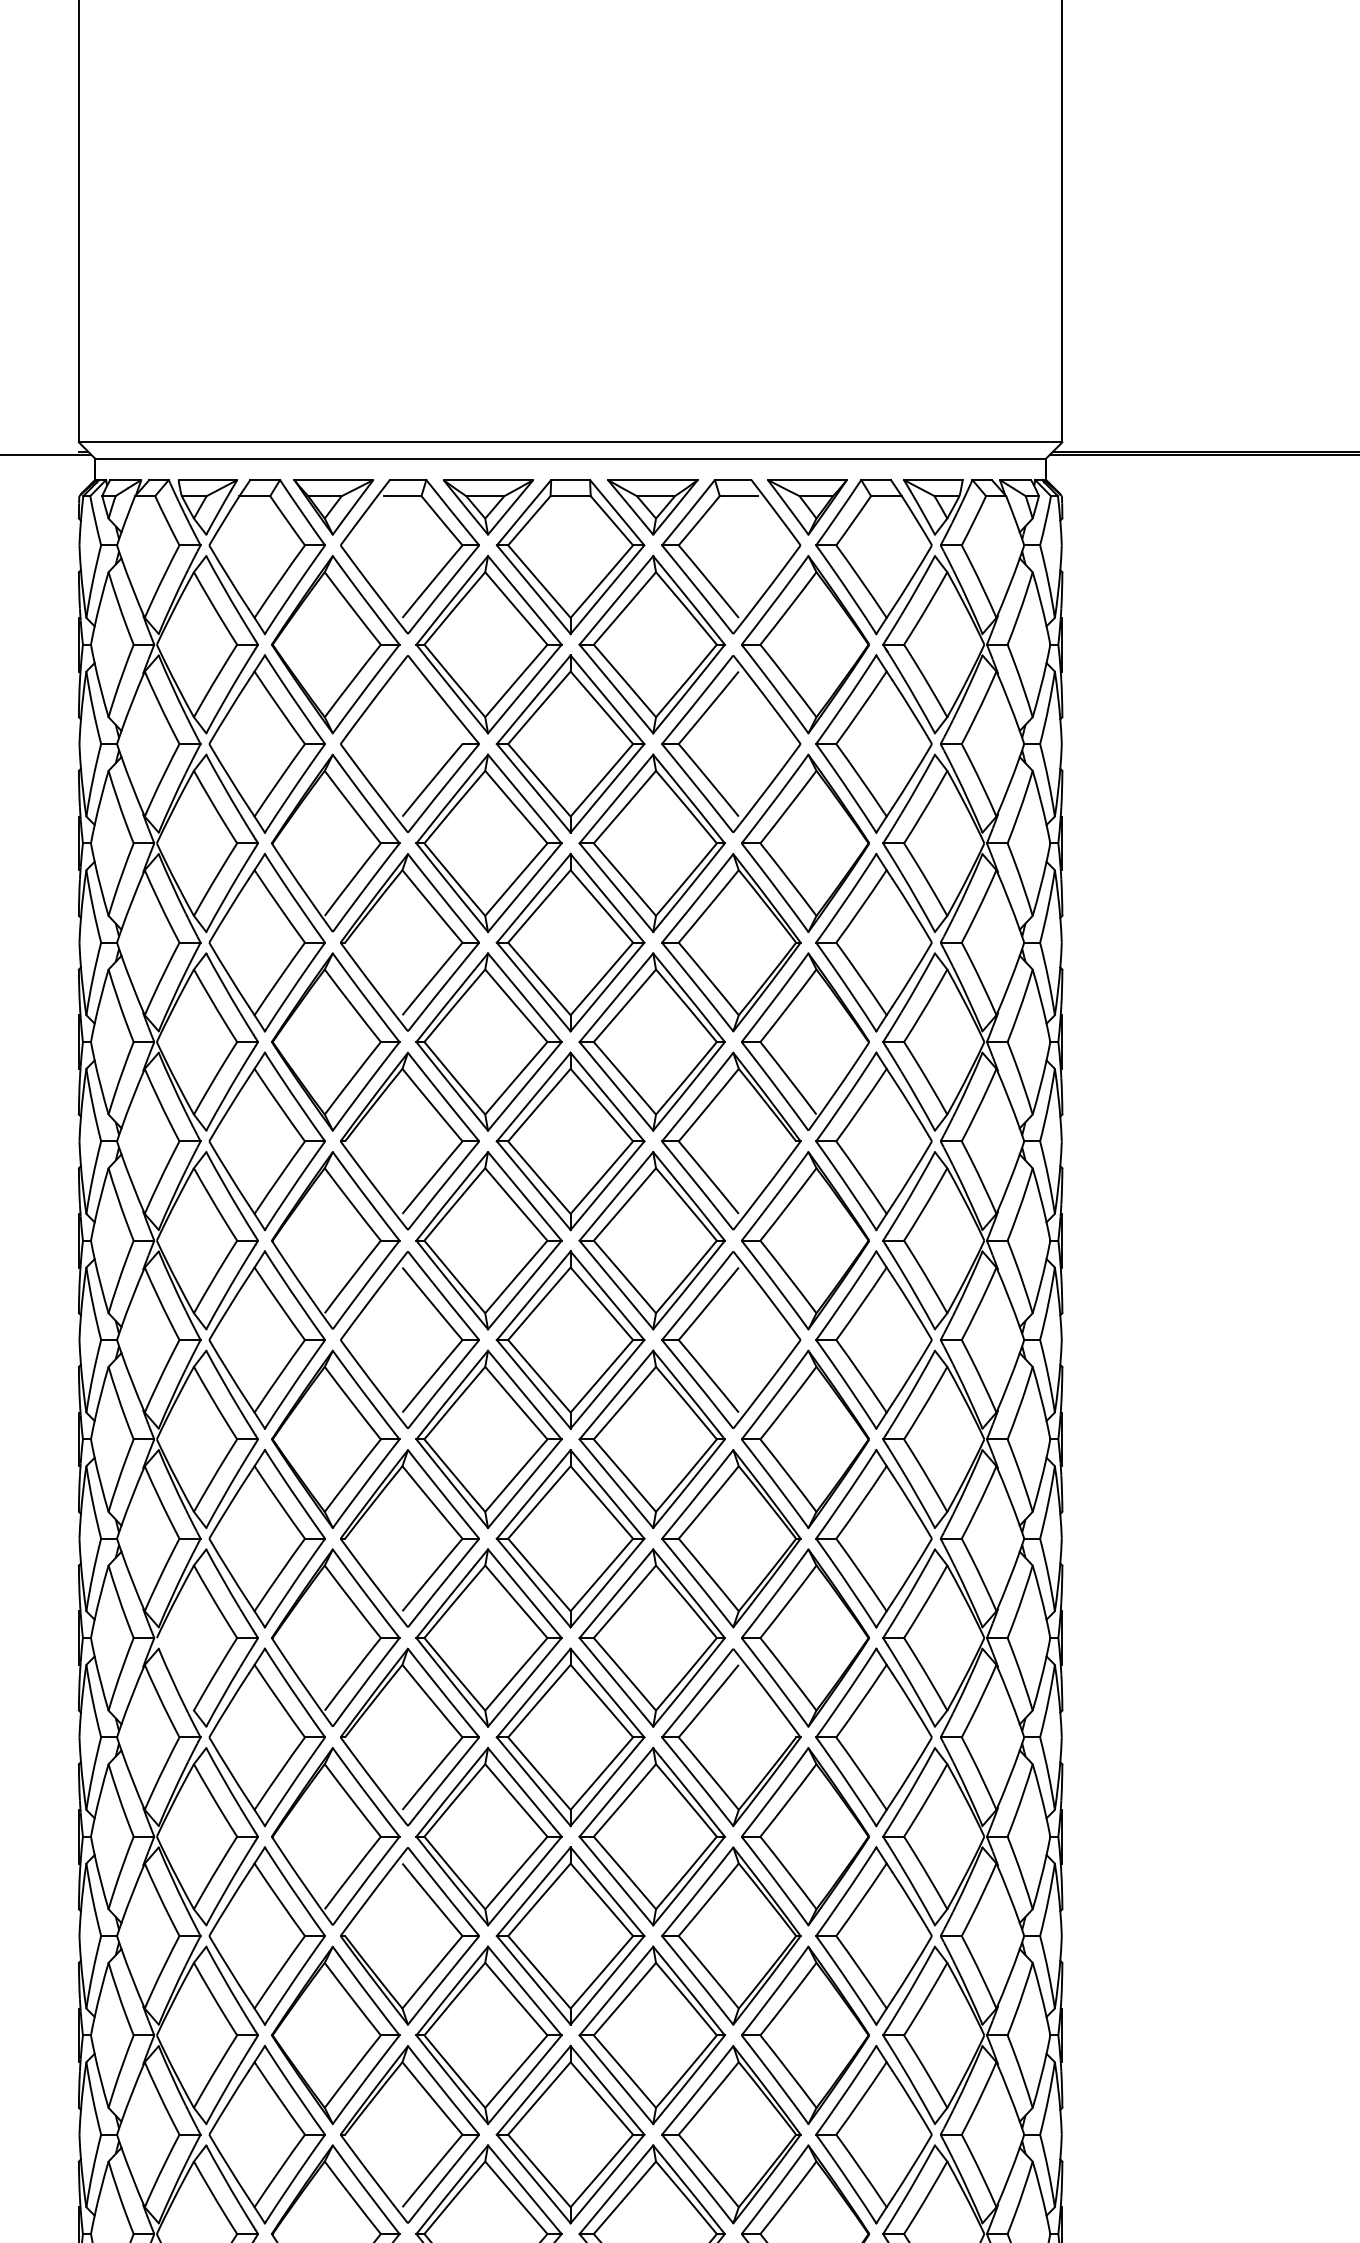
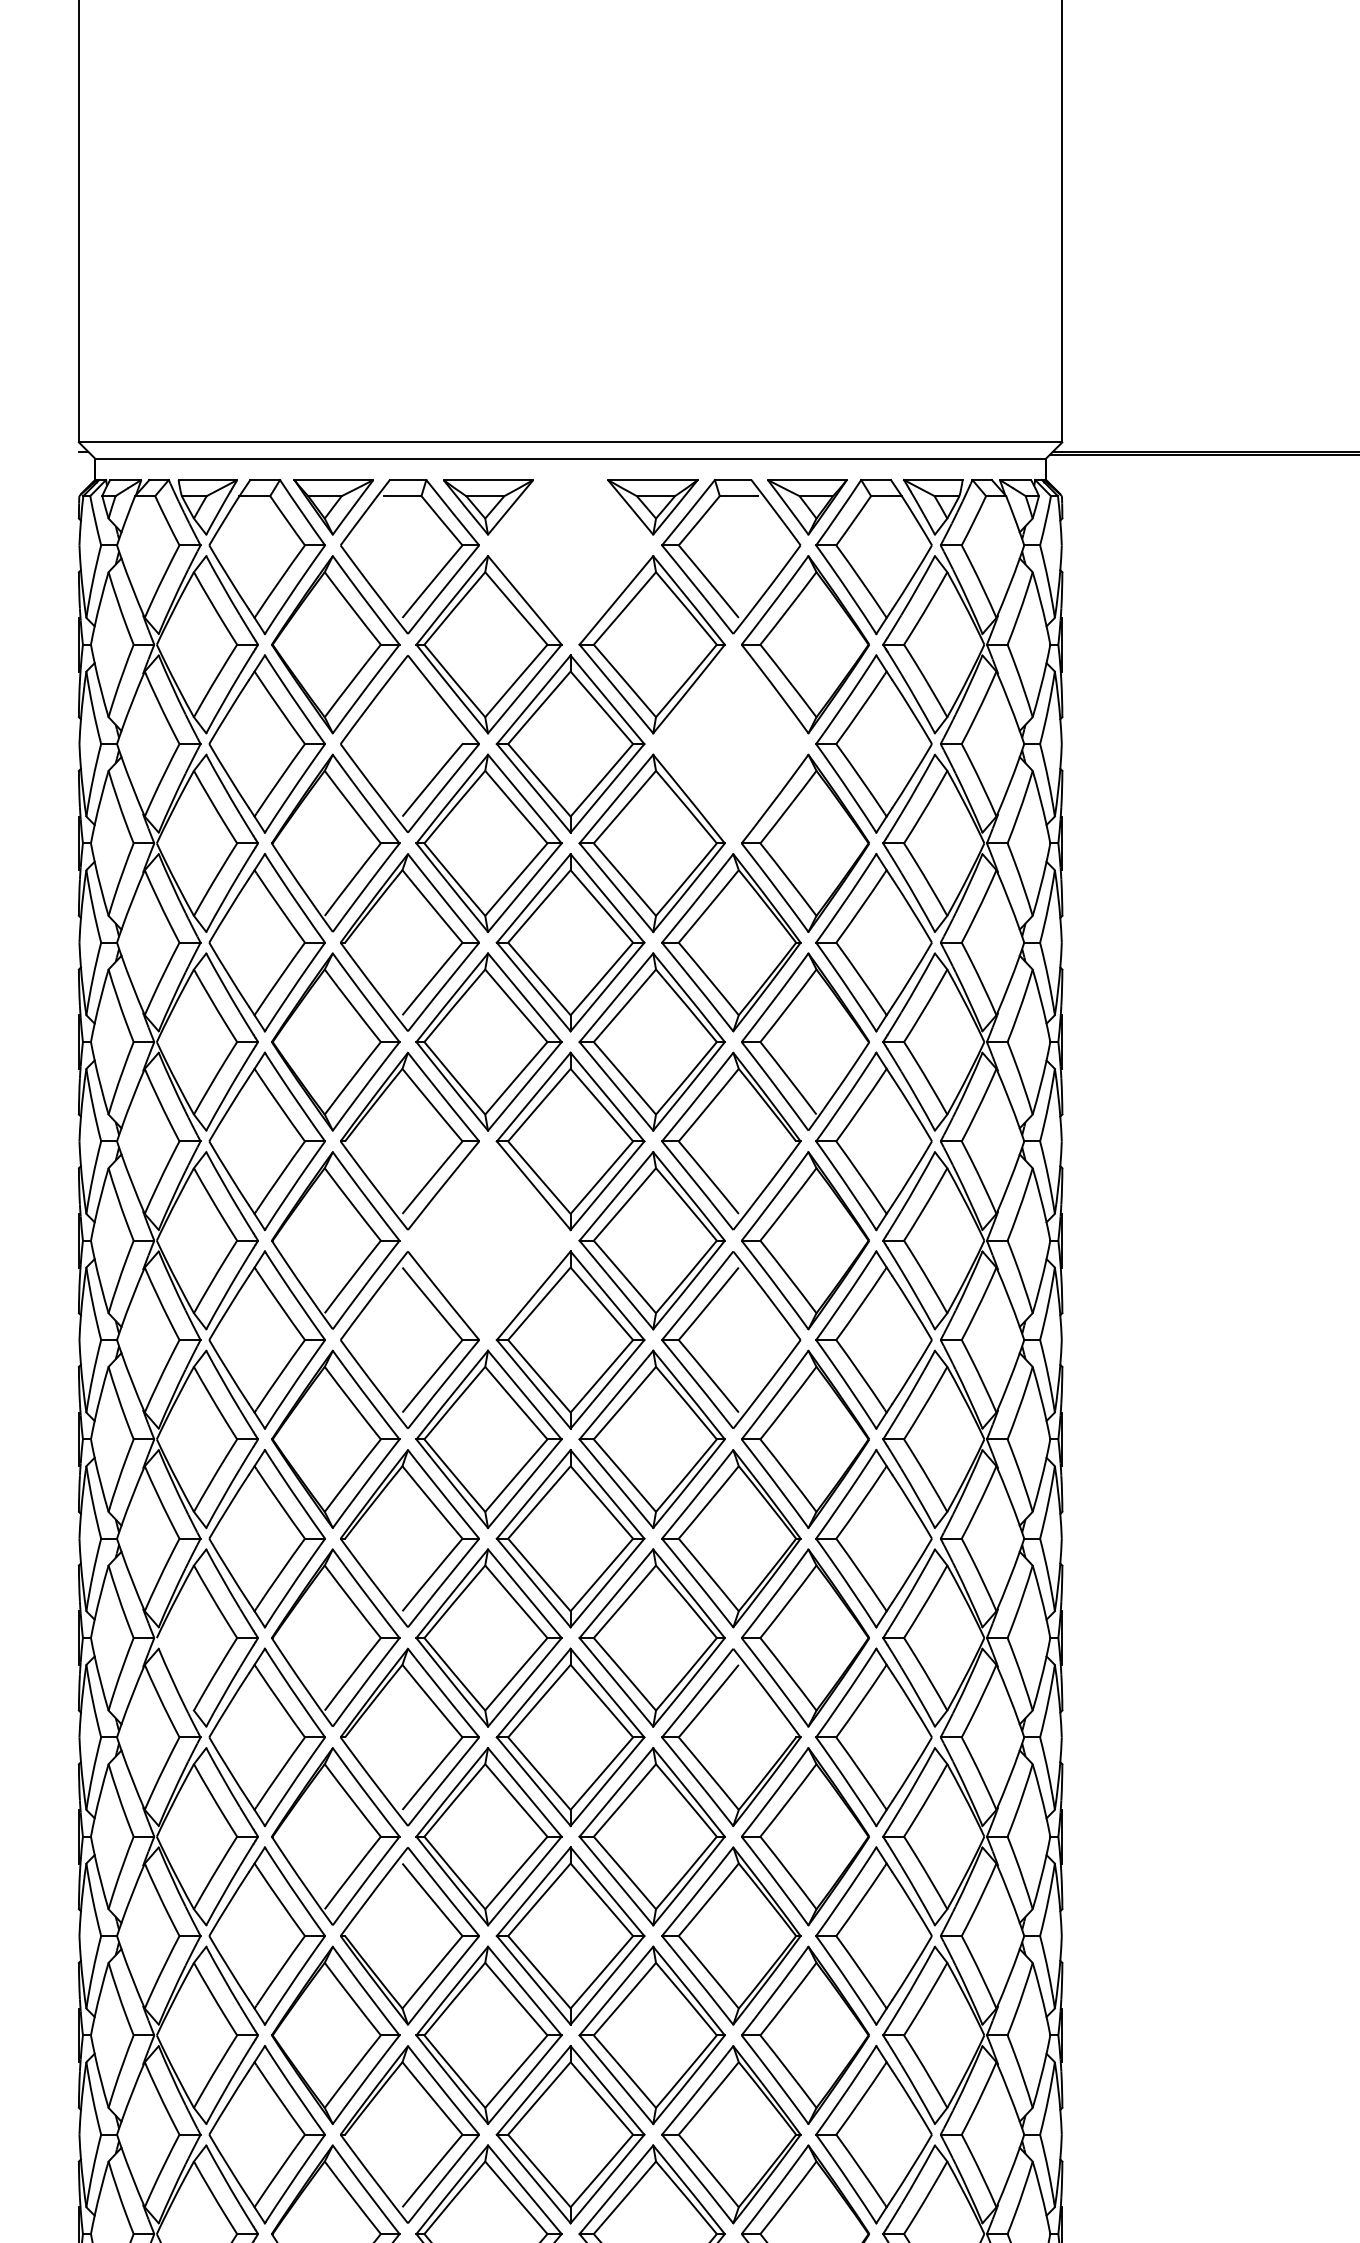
line at (46, 454): present -> none
part at (570, 557): present -> none
part at (731, 743): present -> none
part at (488, 1240): present -> none
